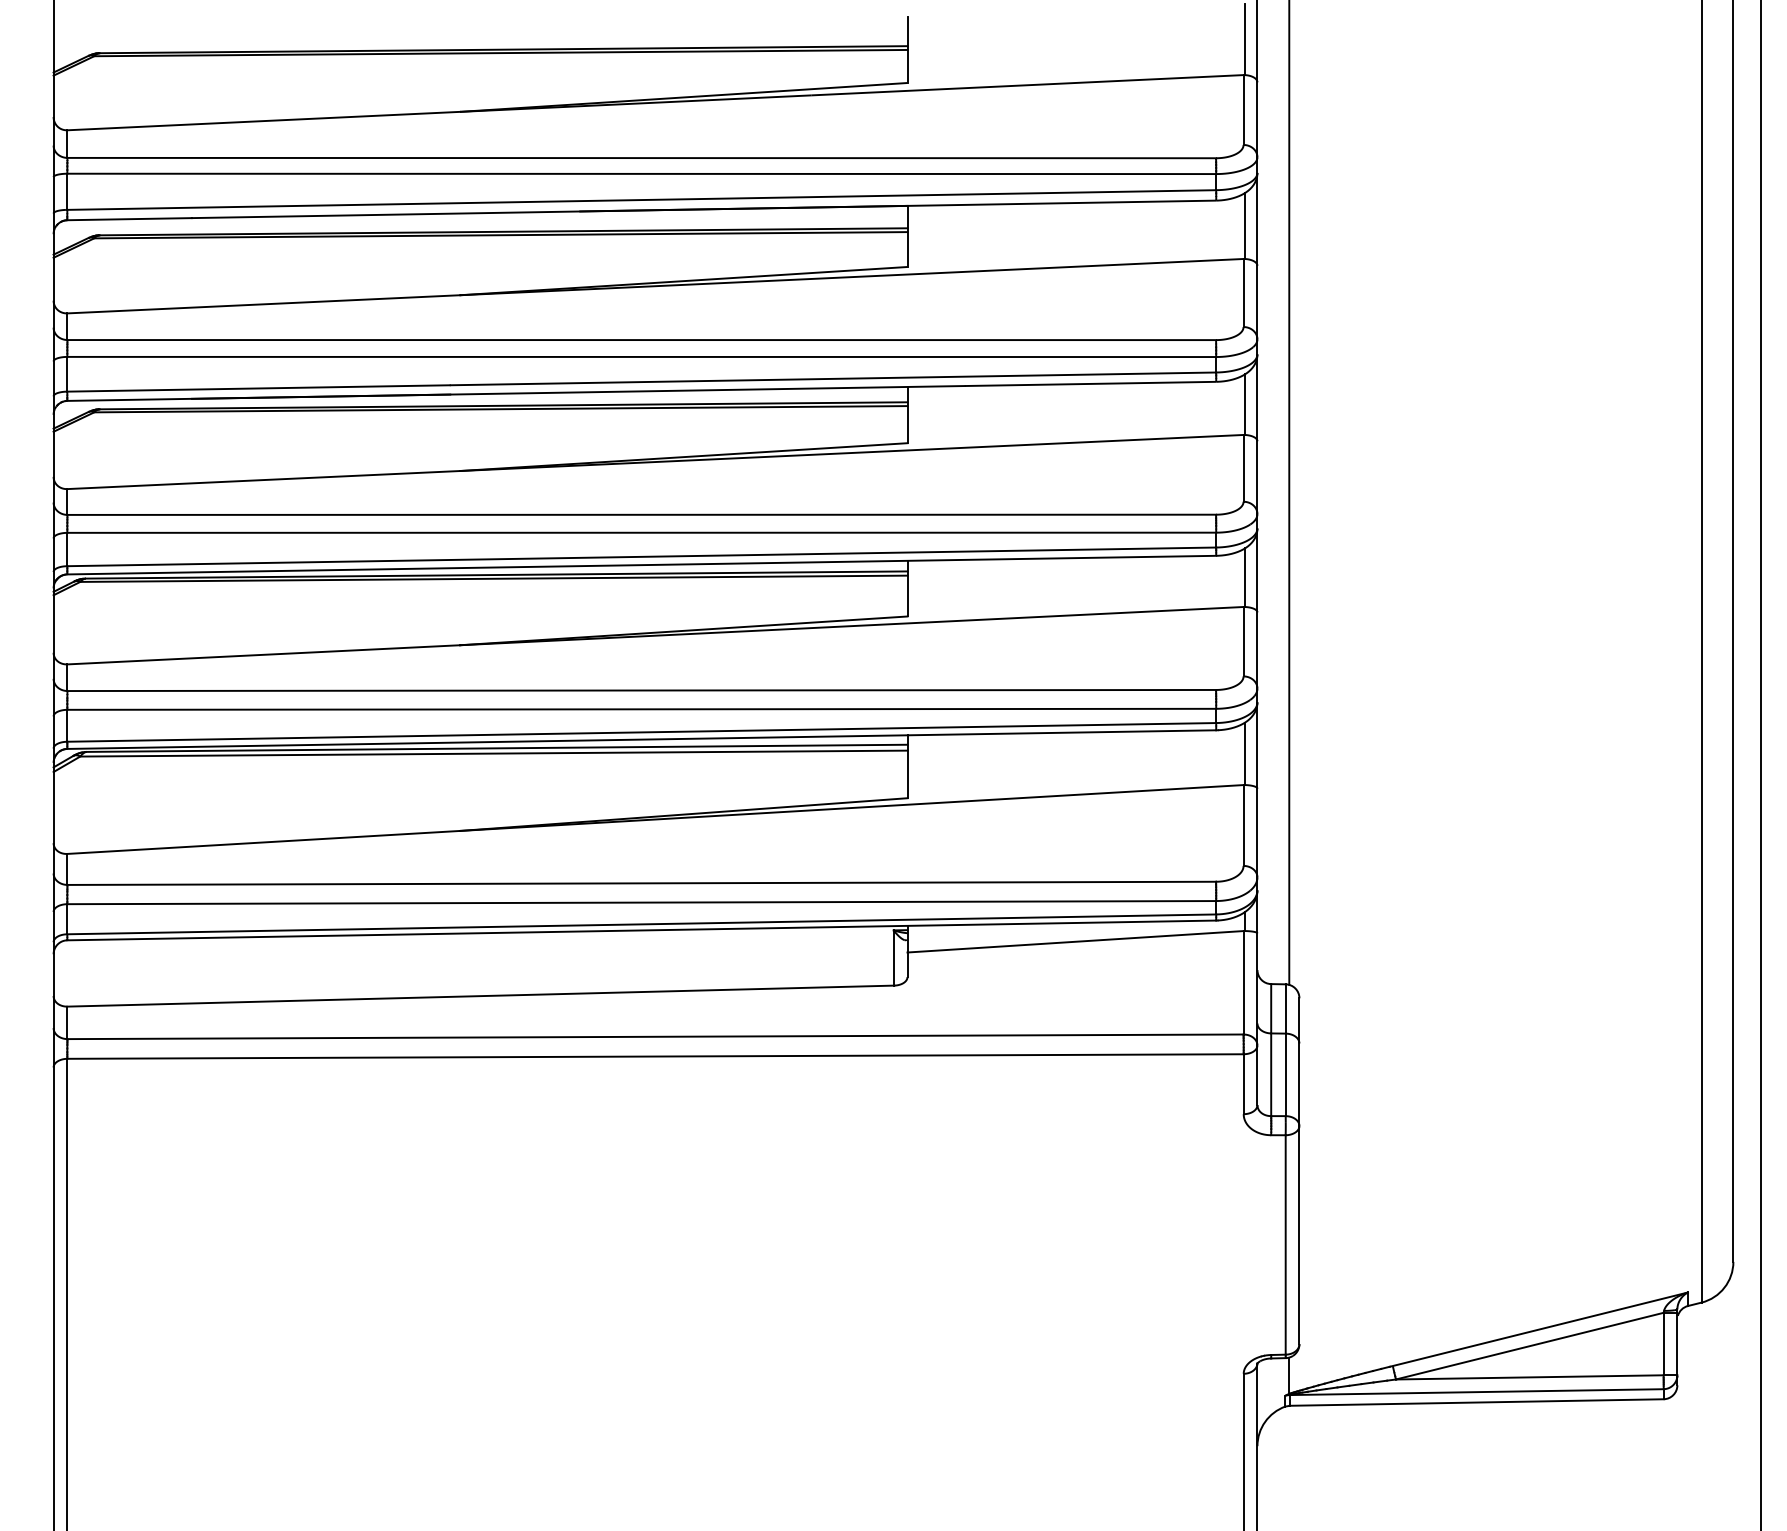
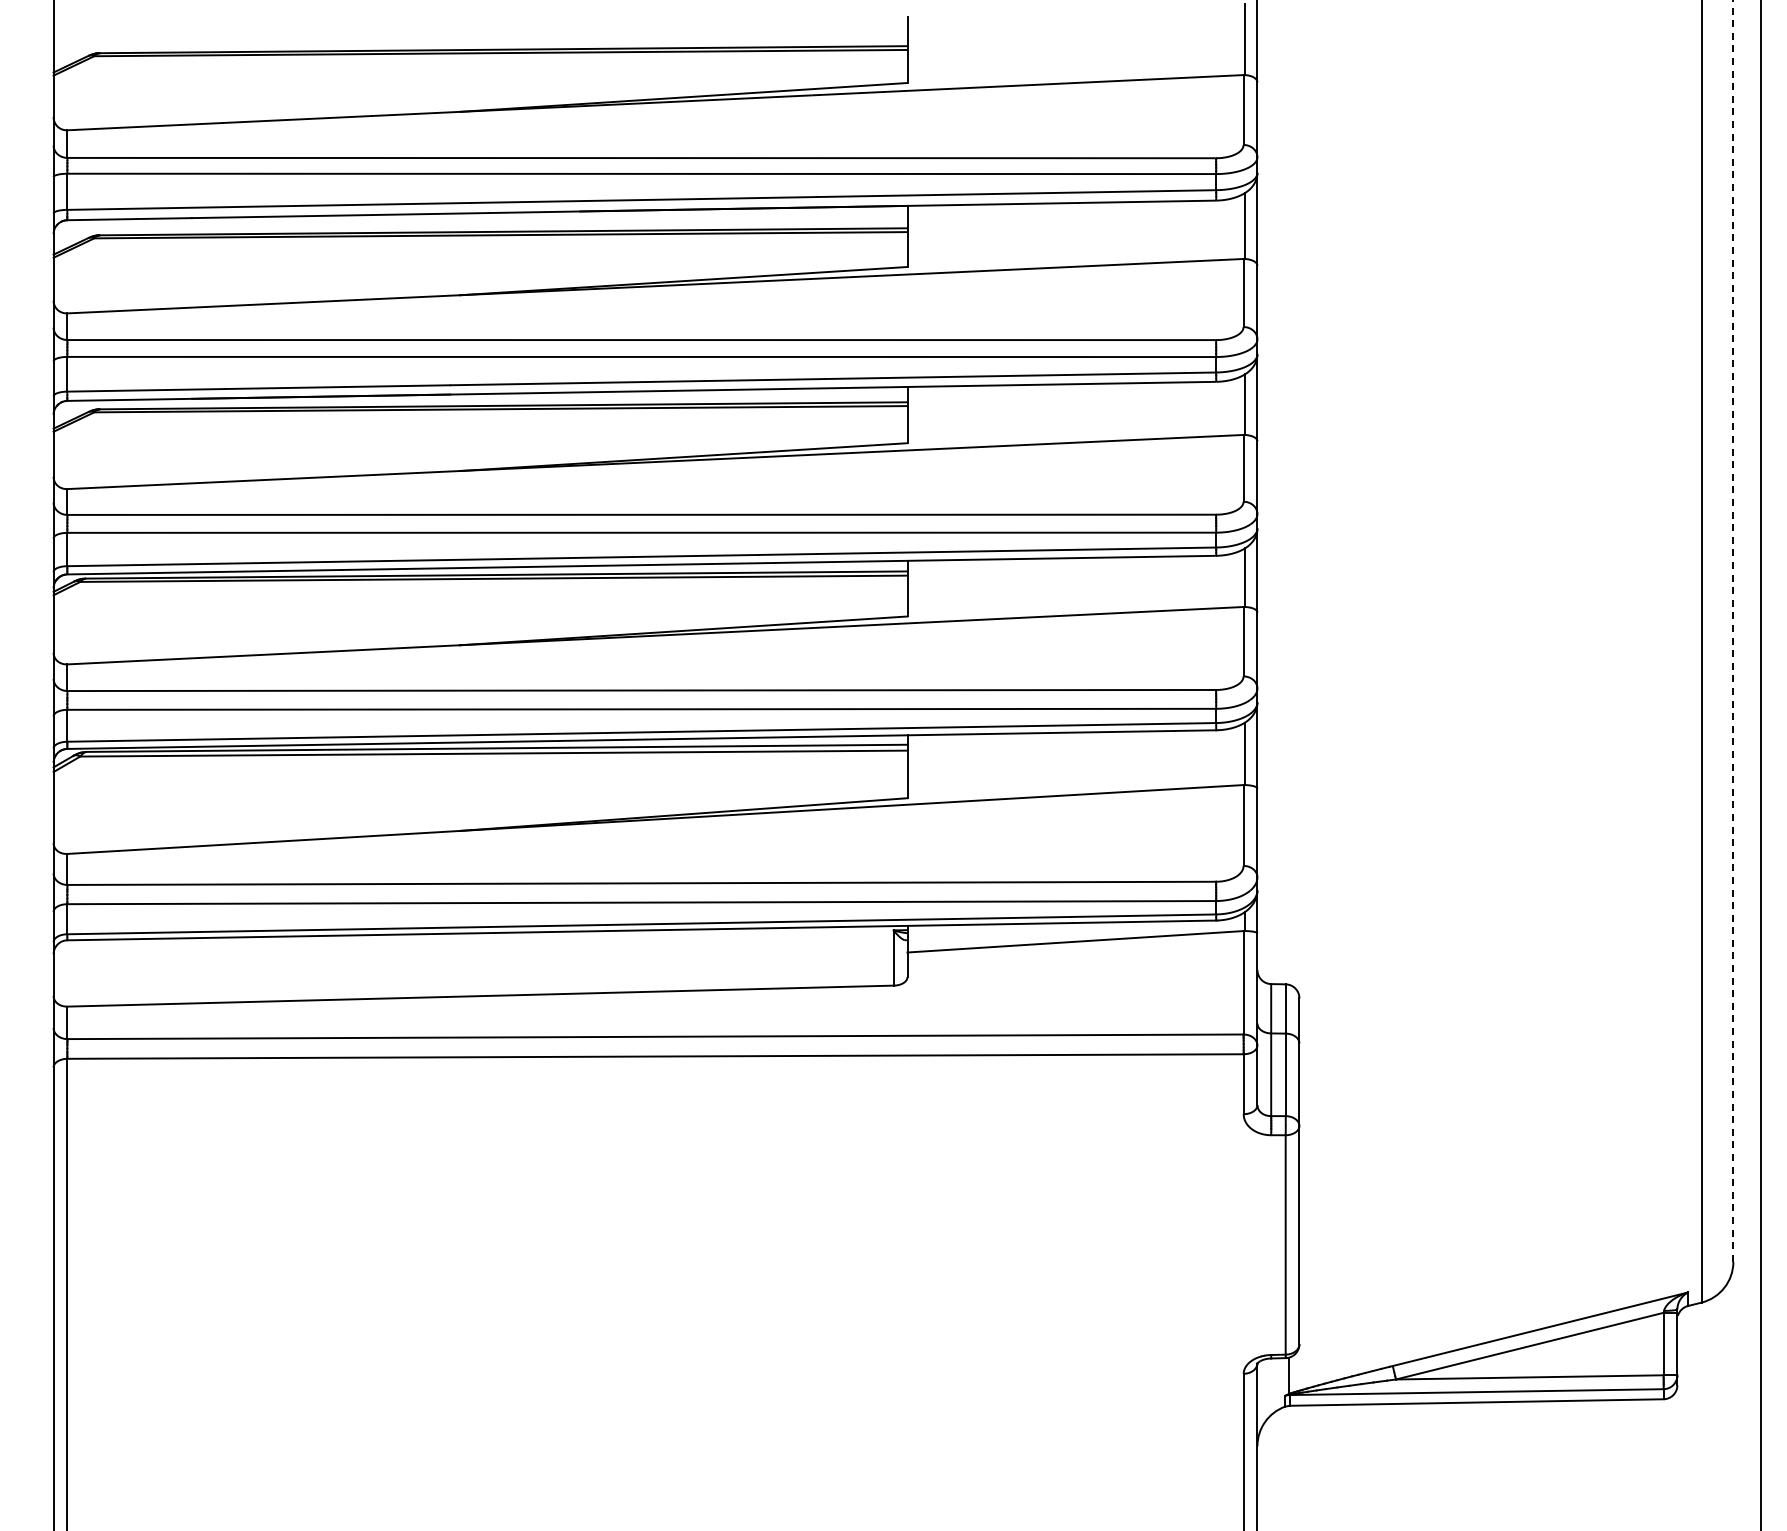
line at (1289, 493): present -> none
line at (1733, 630): solid -> dashed
